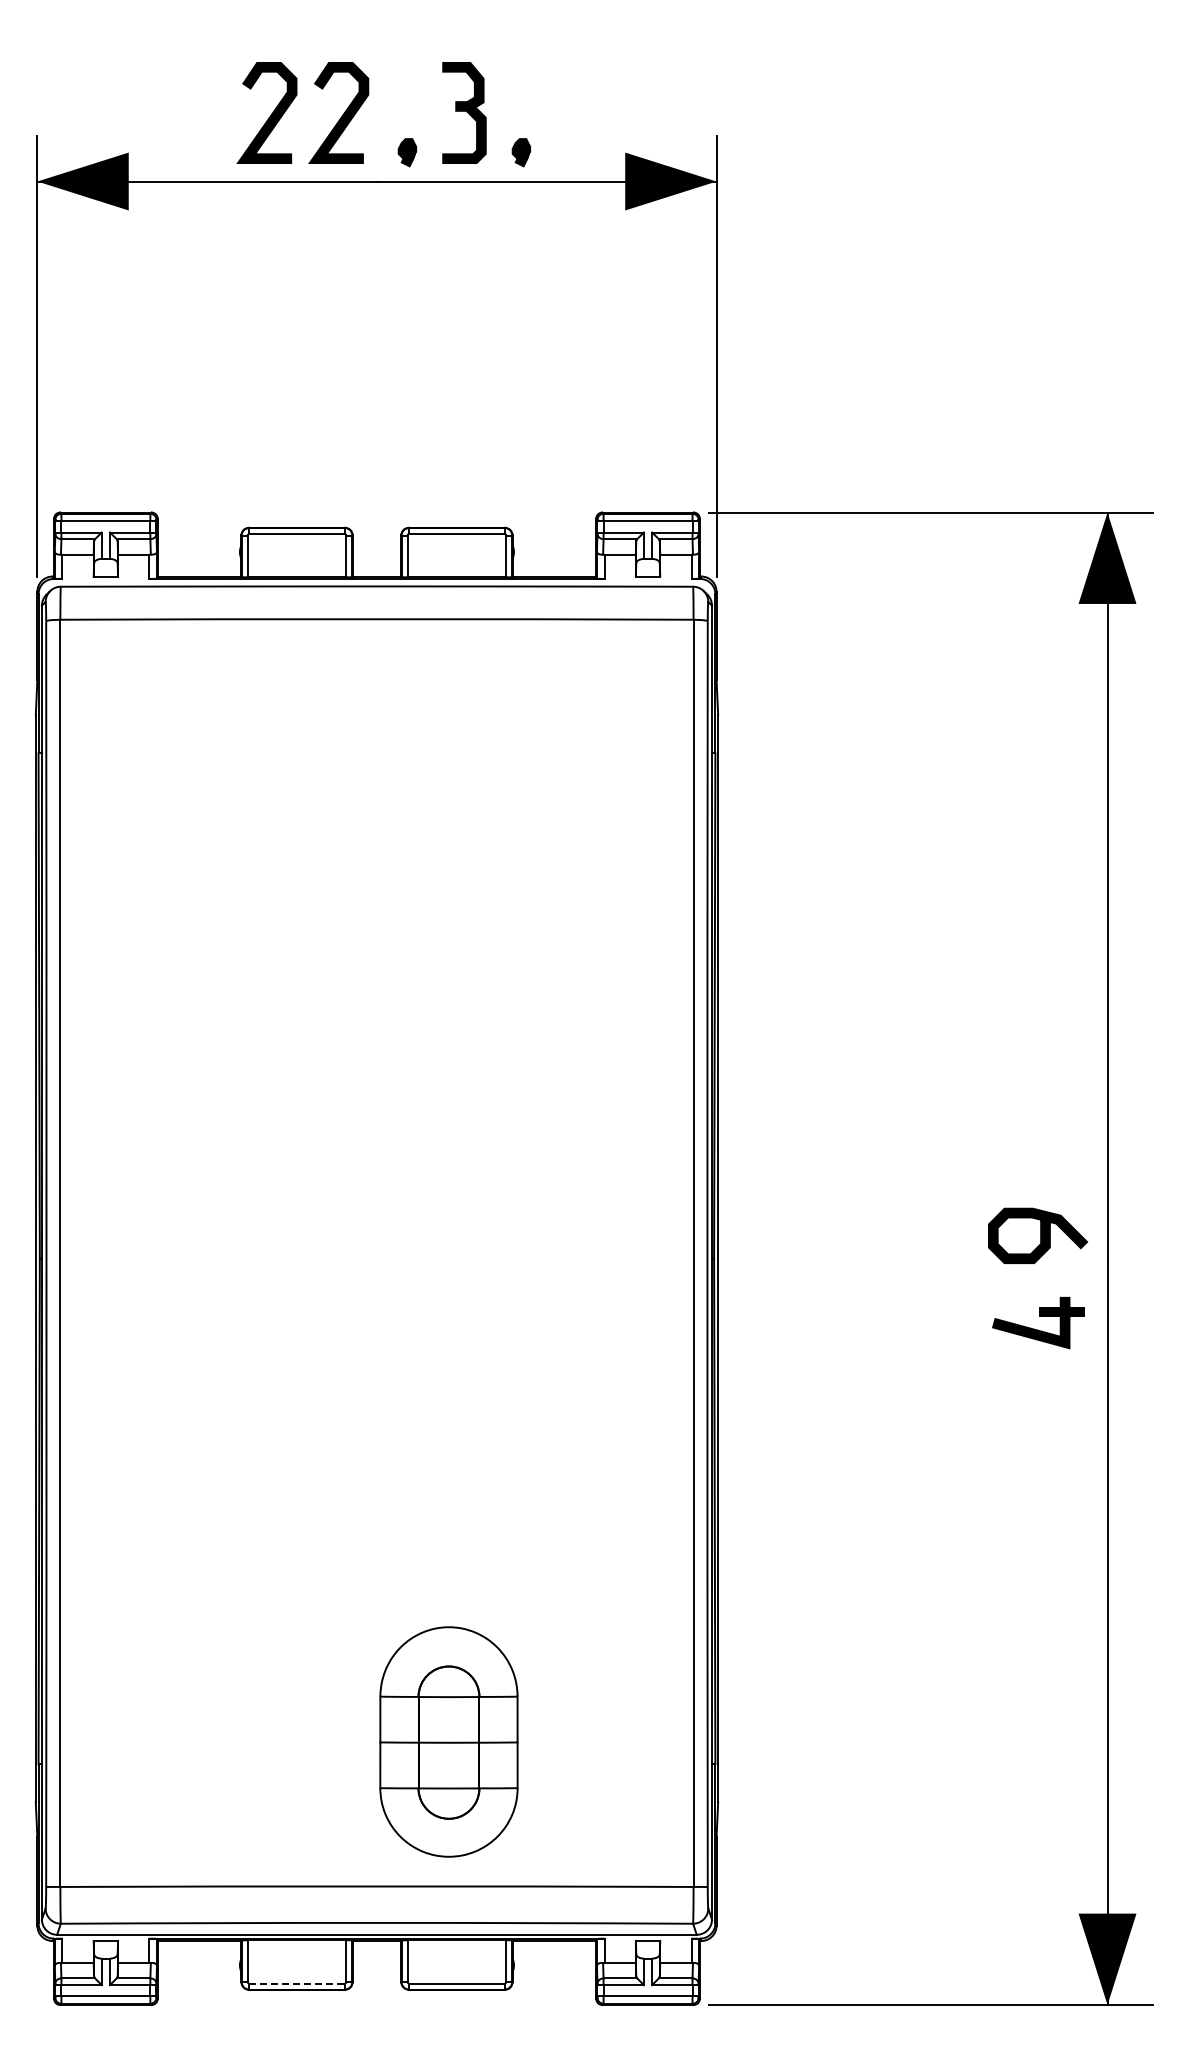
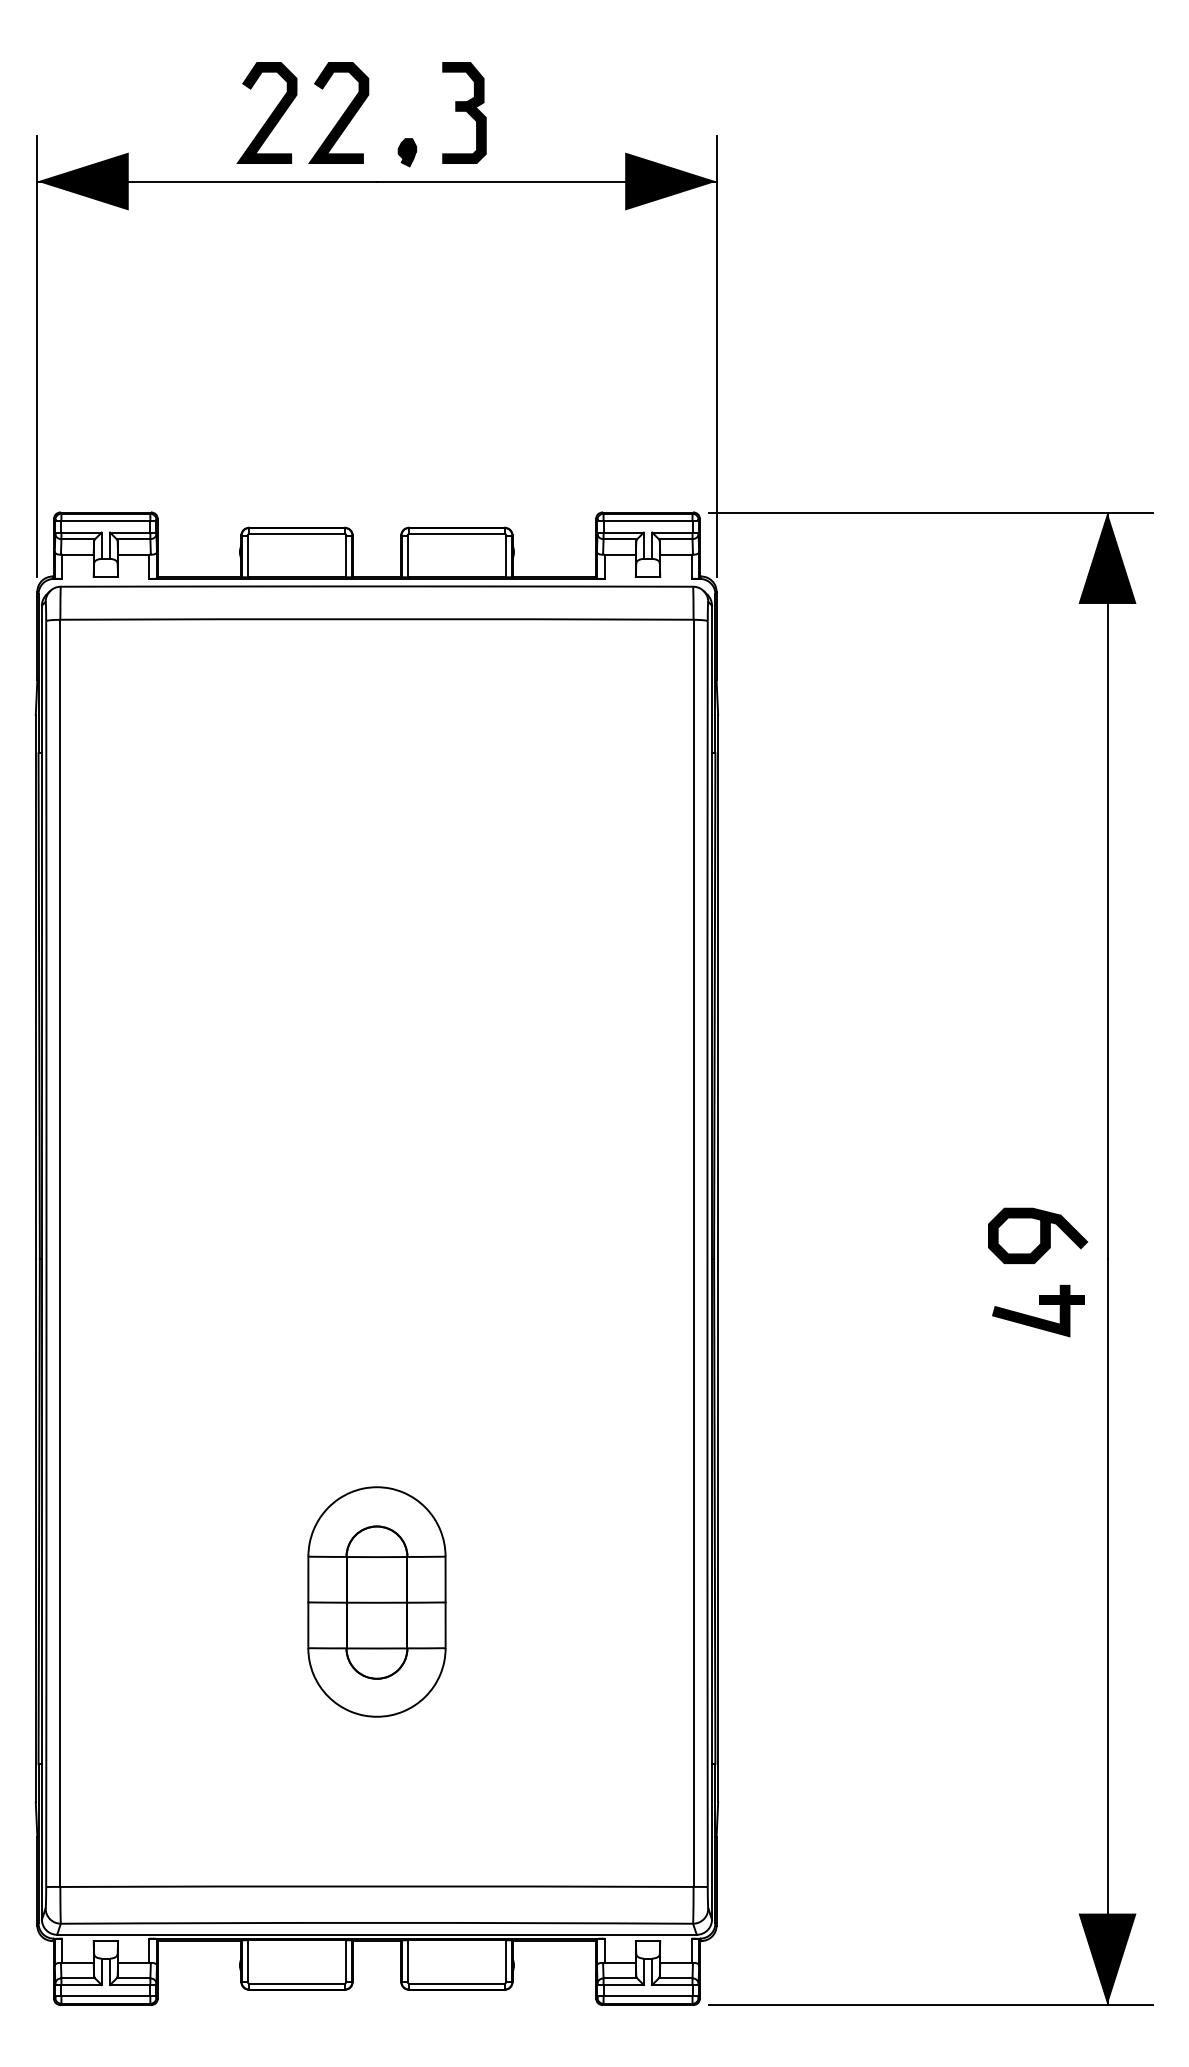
part at (521, 152): present -> none
part at (1038, 1323) position: (1038, 1323) -> (1038, 1311)
part at (448, 1741) position: (448, 1741) -> (376, 1601)
line at (297, 1983): dashed -> solid
